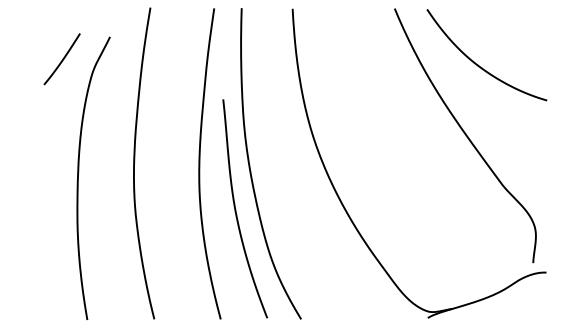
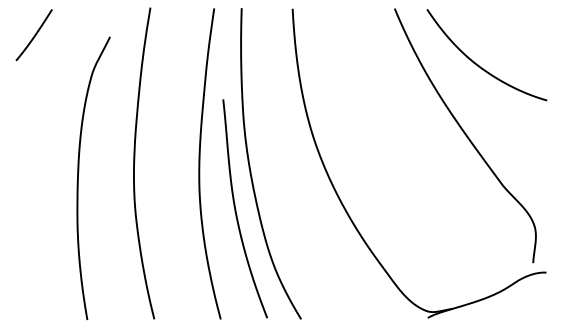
curve at (62, 59) position: (62, 59) -> (34, 35)
